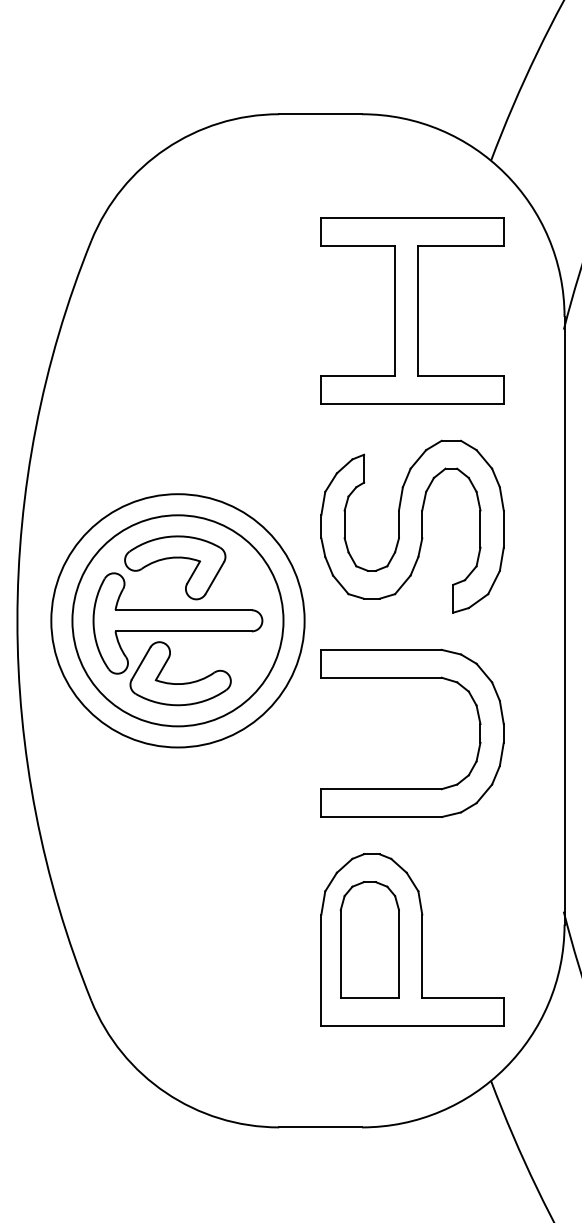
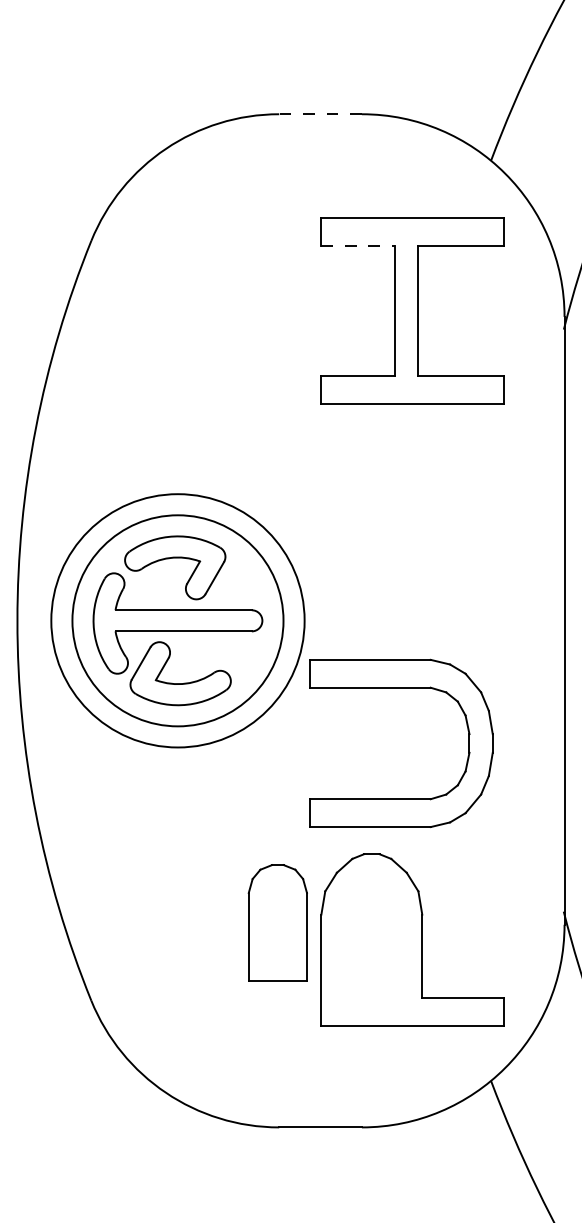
line at (320, 114): solid -> dashed
line at (358, 245): solid -> dashed
part at (412, 526): present -> none
part at (412, 678) position: (412, 678) -> (401, 688)
part at (369, 939) position: (369, 939) -> (277, 922)
